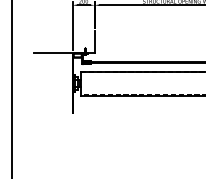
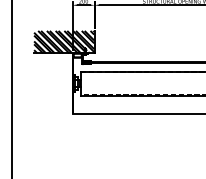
hatch at (64, 41): none -> present
line at (137, 113): none -> present
